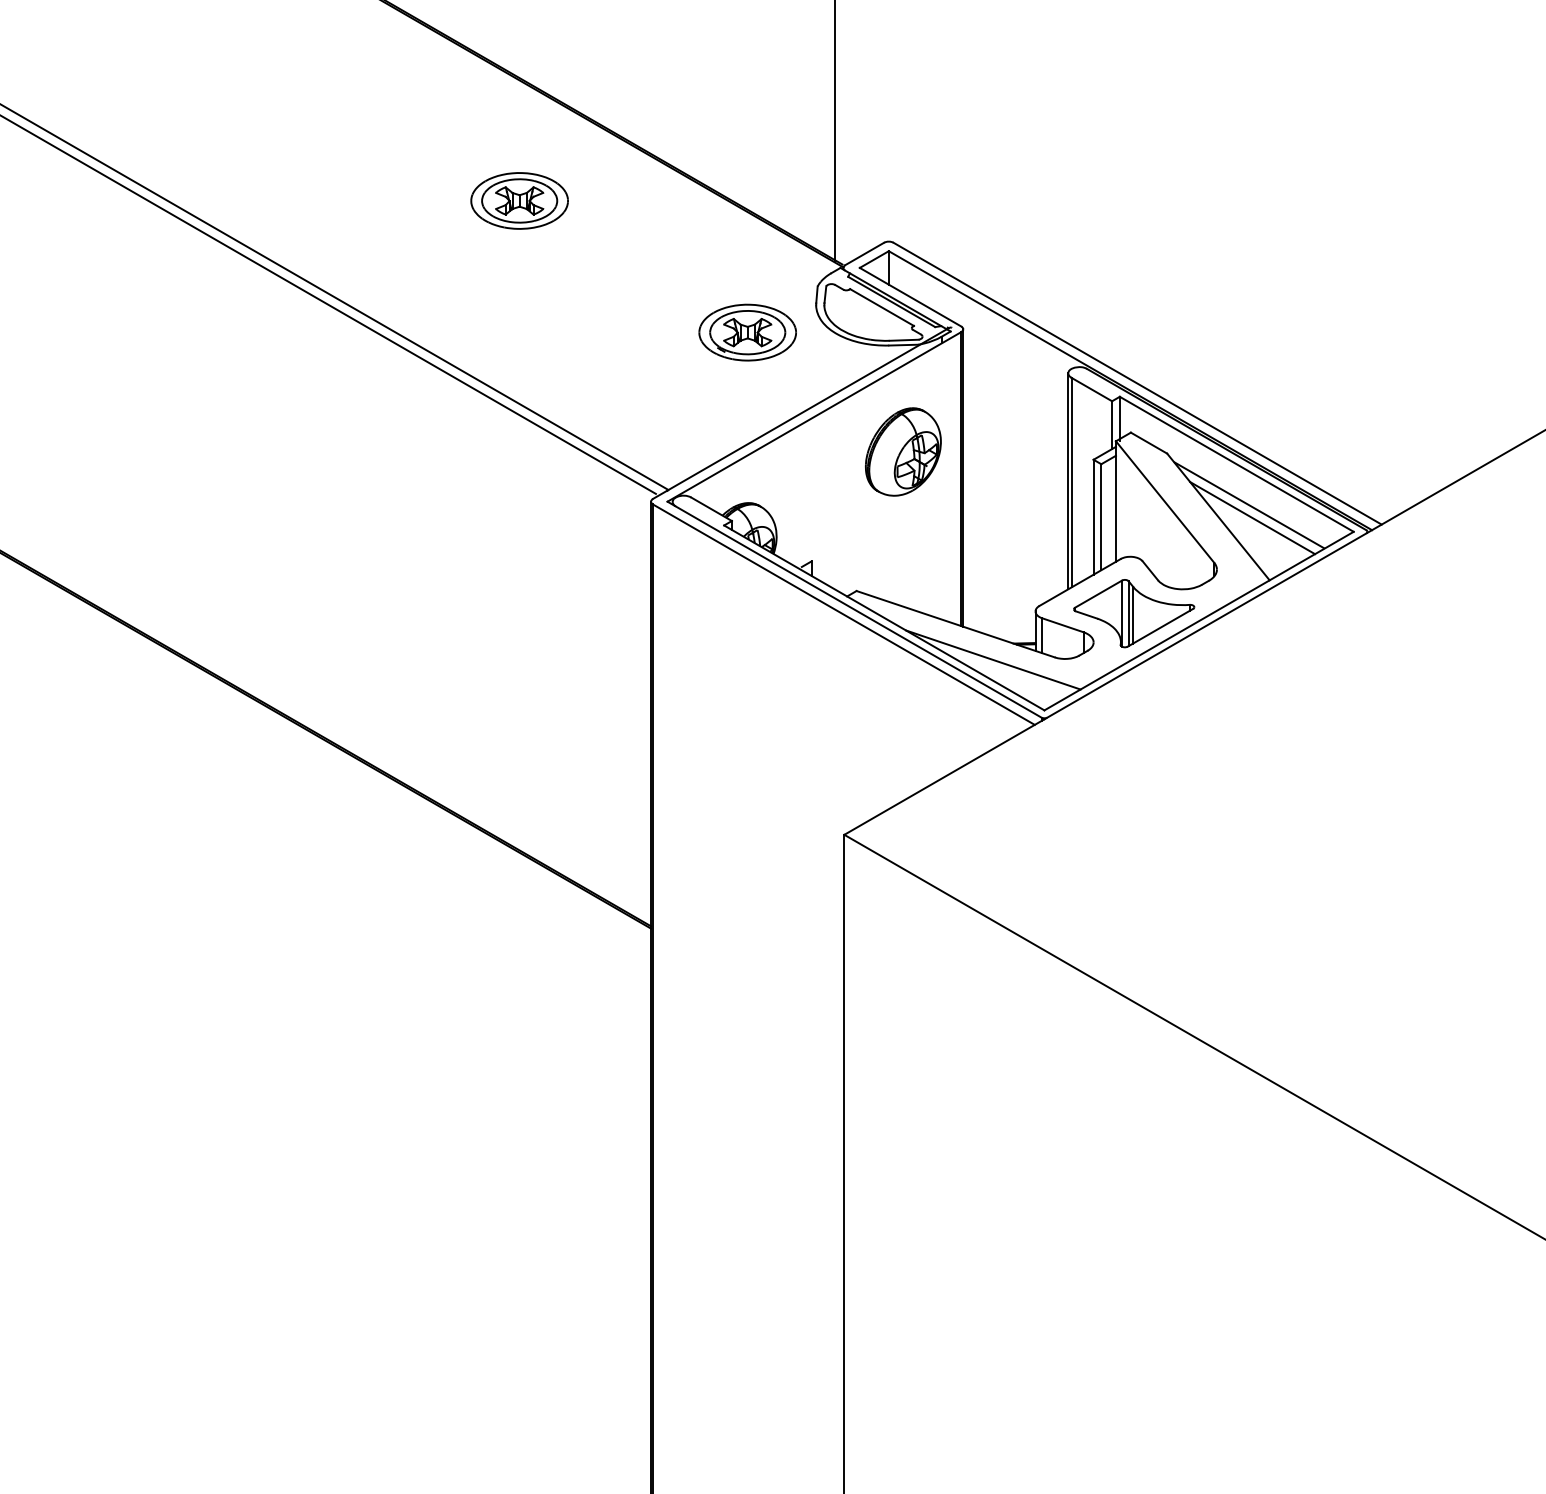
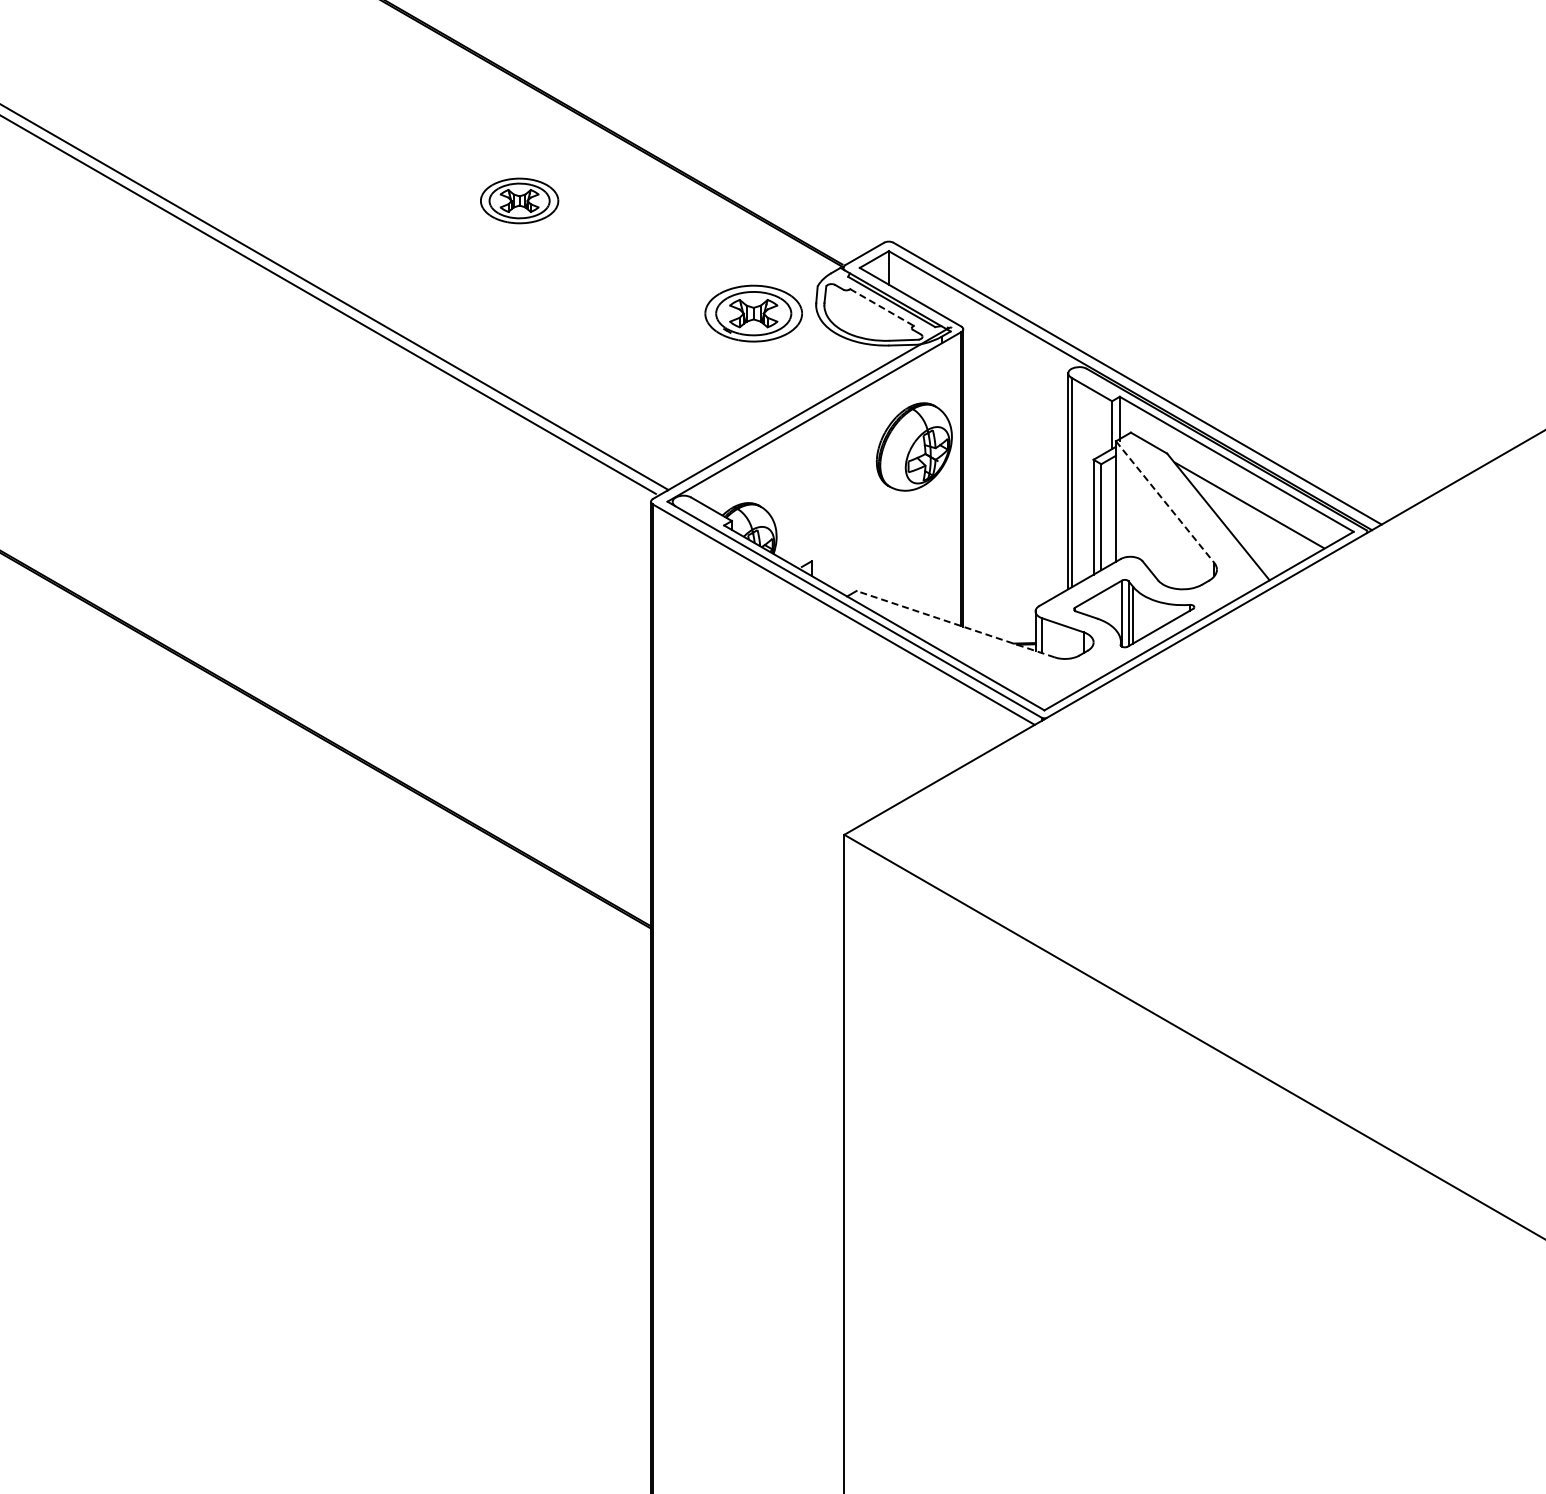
line at (834, 131): present -> none
part at (519, 200) size: 99x58 px -> 80x48 px
line at (882, 307): solid -> dashed
part at (747, 332) position: (747, 332) -> (753, 313)
part at (903, 451) position: (903, 451) -> (914, 446)
line at (1165, 502): solid -> dashed
line at (1252, 518): present -> none
line at (955, 624): solid -> dashed
line at (993, 659): present -> none
